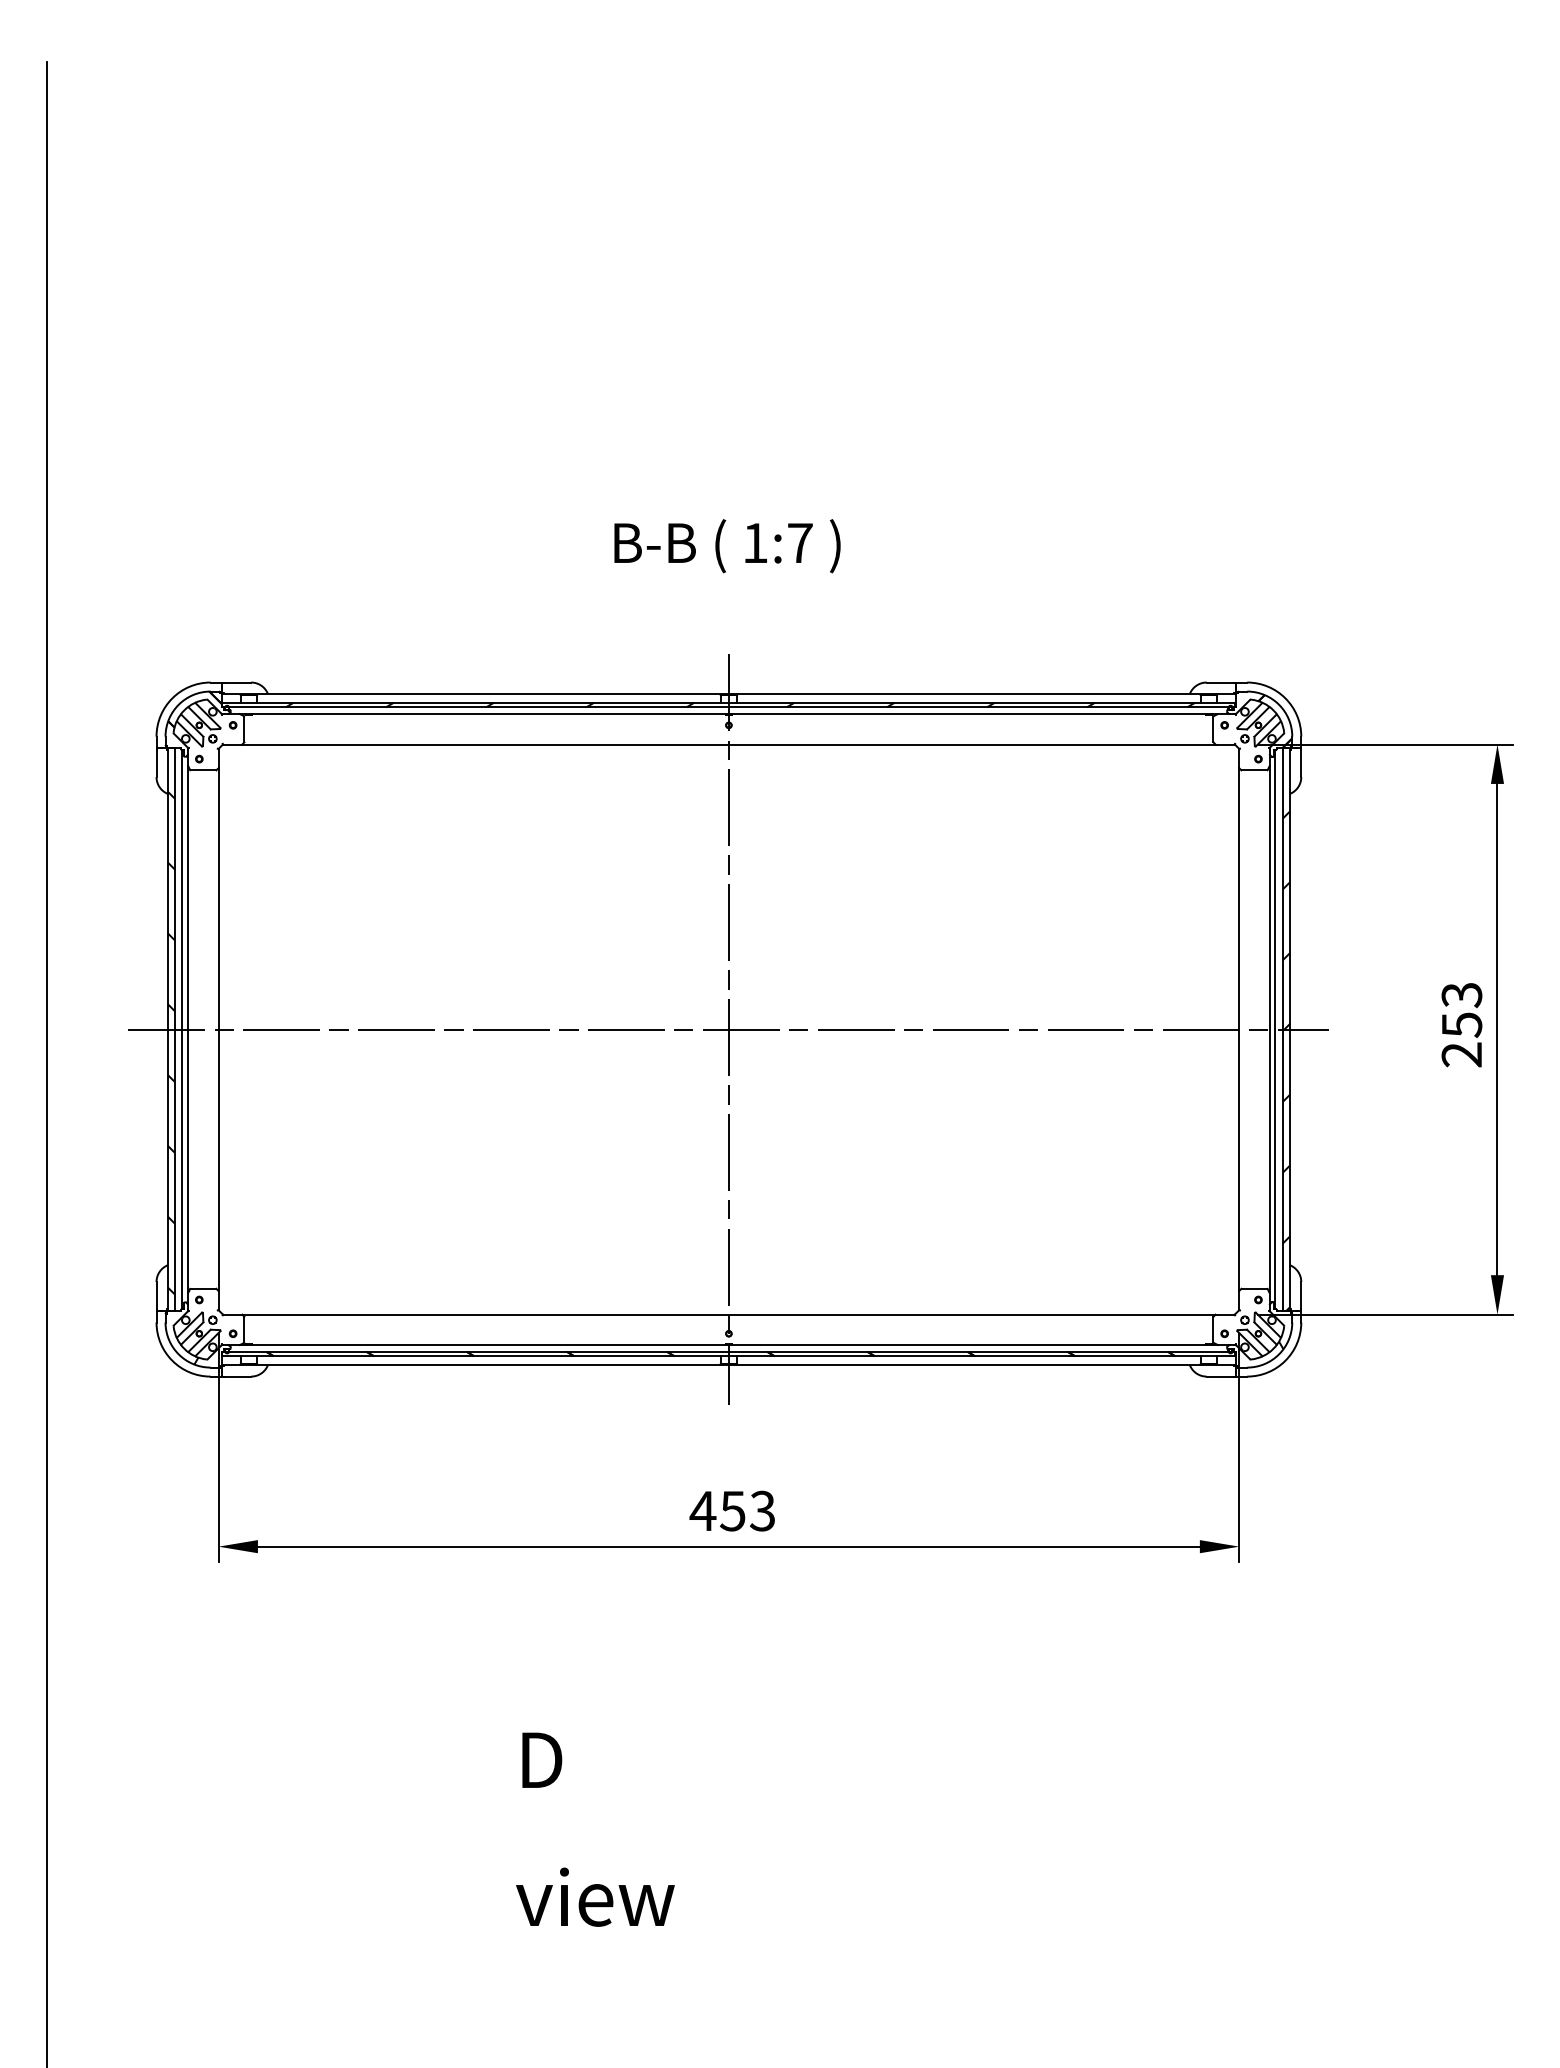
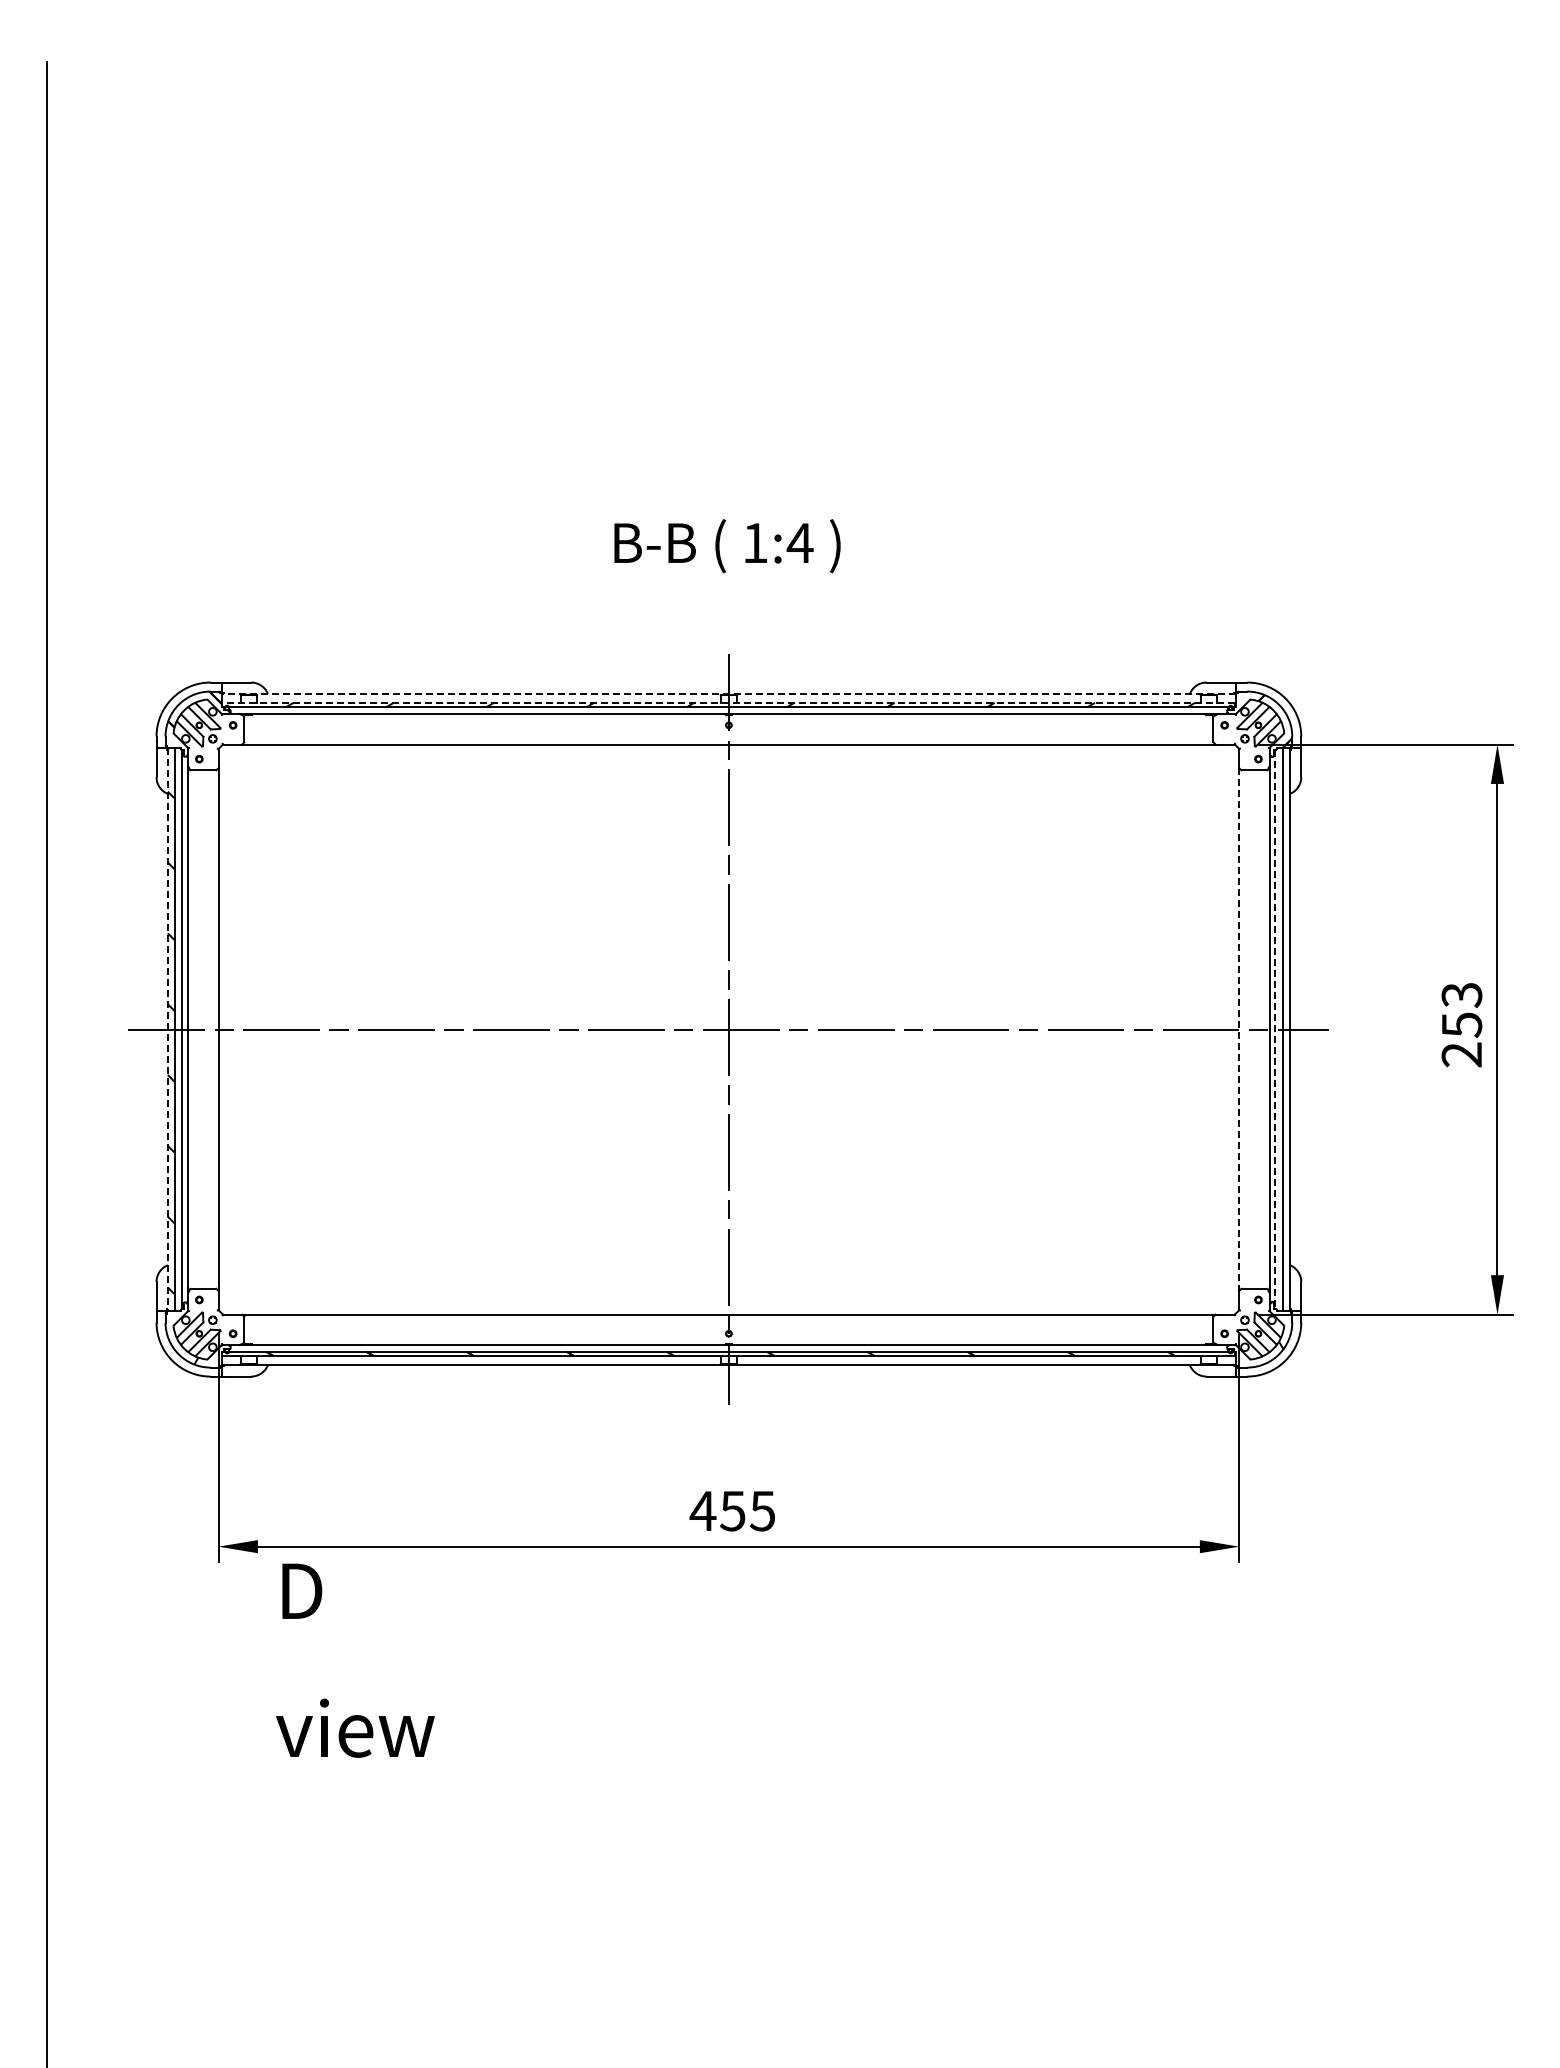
text at (799, 542): 1:7 -> 1:4
line at (728, 693): solid -> dashed
line at (728, 702): solid -> dashed
line at (167, 1029): solid -> dashed
line at (1239, 1029): solid -> dashed
line at (1275, 1030): solid -> dashed
hatch at (1286, 1061): present -> none
text at (761, 1510): 453 -> 455
text at (595, 1829) position: (595, 1829) -> (355, 1660)
